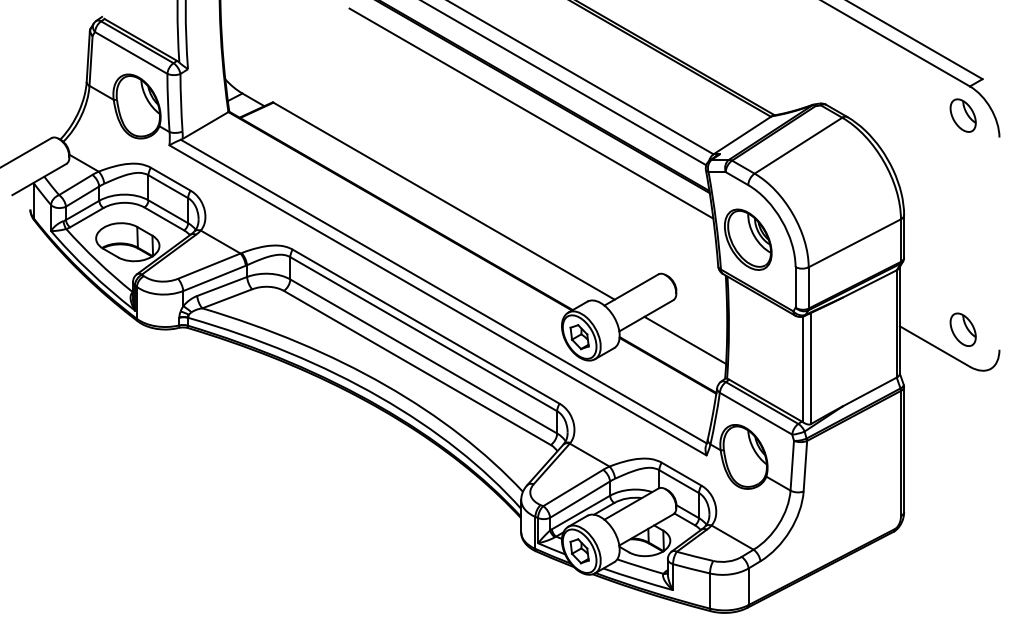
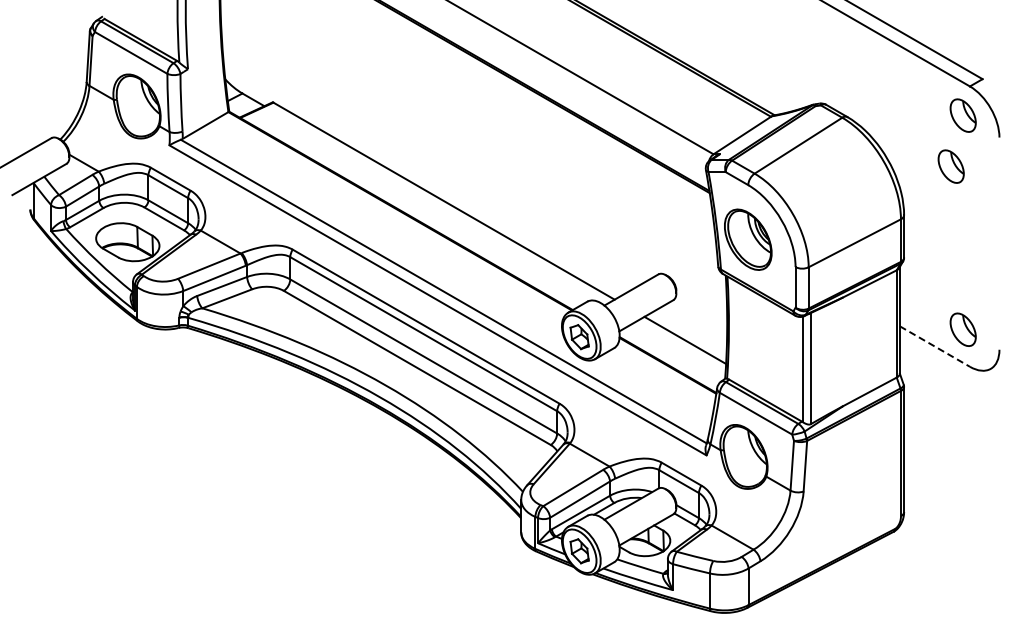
line at (564, 83): present -> none
line at (531, 113): present -> none
part at (950, 166): none -> present
line at (935, 346): solid -> dashed
